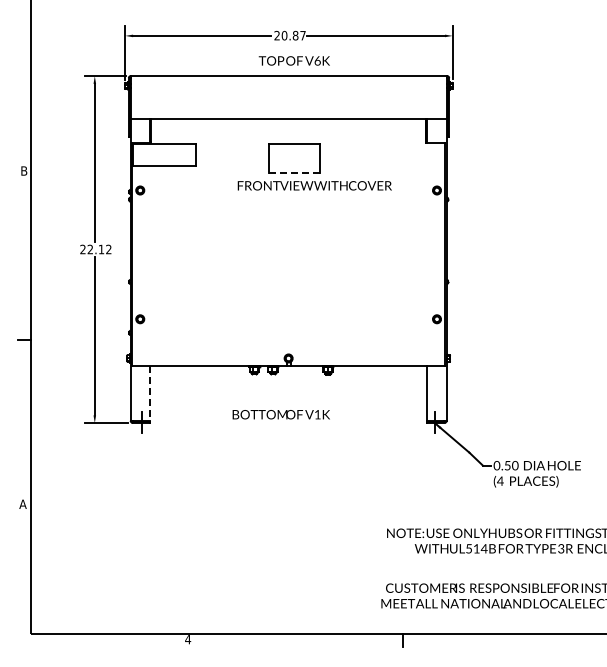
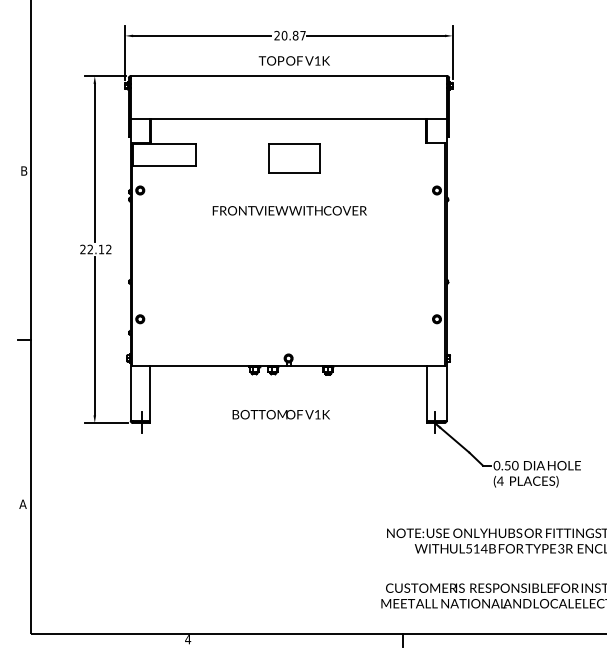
text at (317, 60): V6K -> V1K
line at (294, 173): dashed -> solid
text at (314, 185) position: (314, 185) -> (289, 210)
line at (150, 394): dashed -> solid
